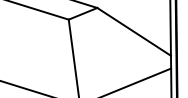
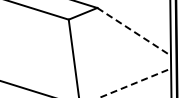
line at (134, 31): solid -> dashed
line at (135, 83): solid -> dashed
